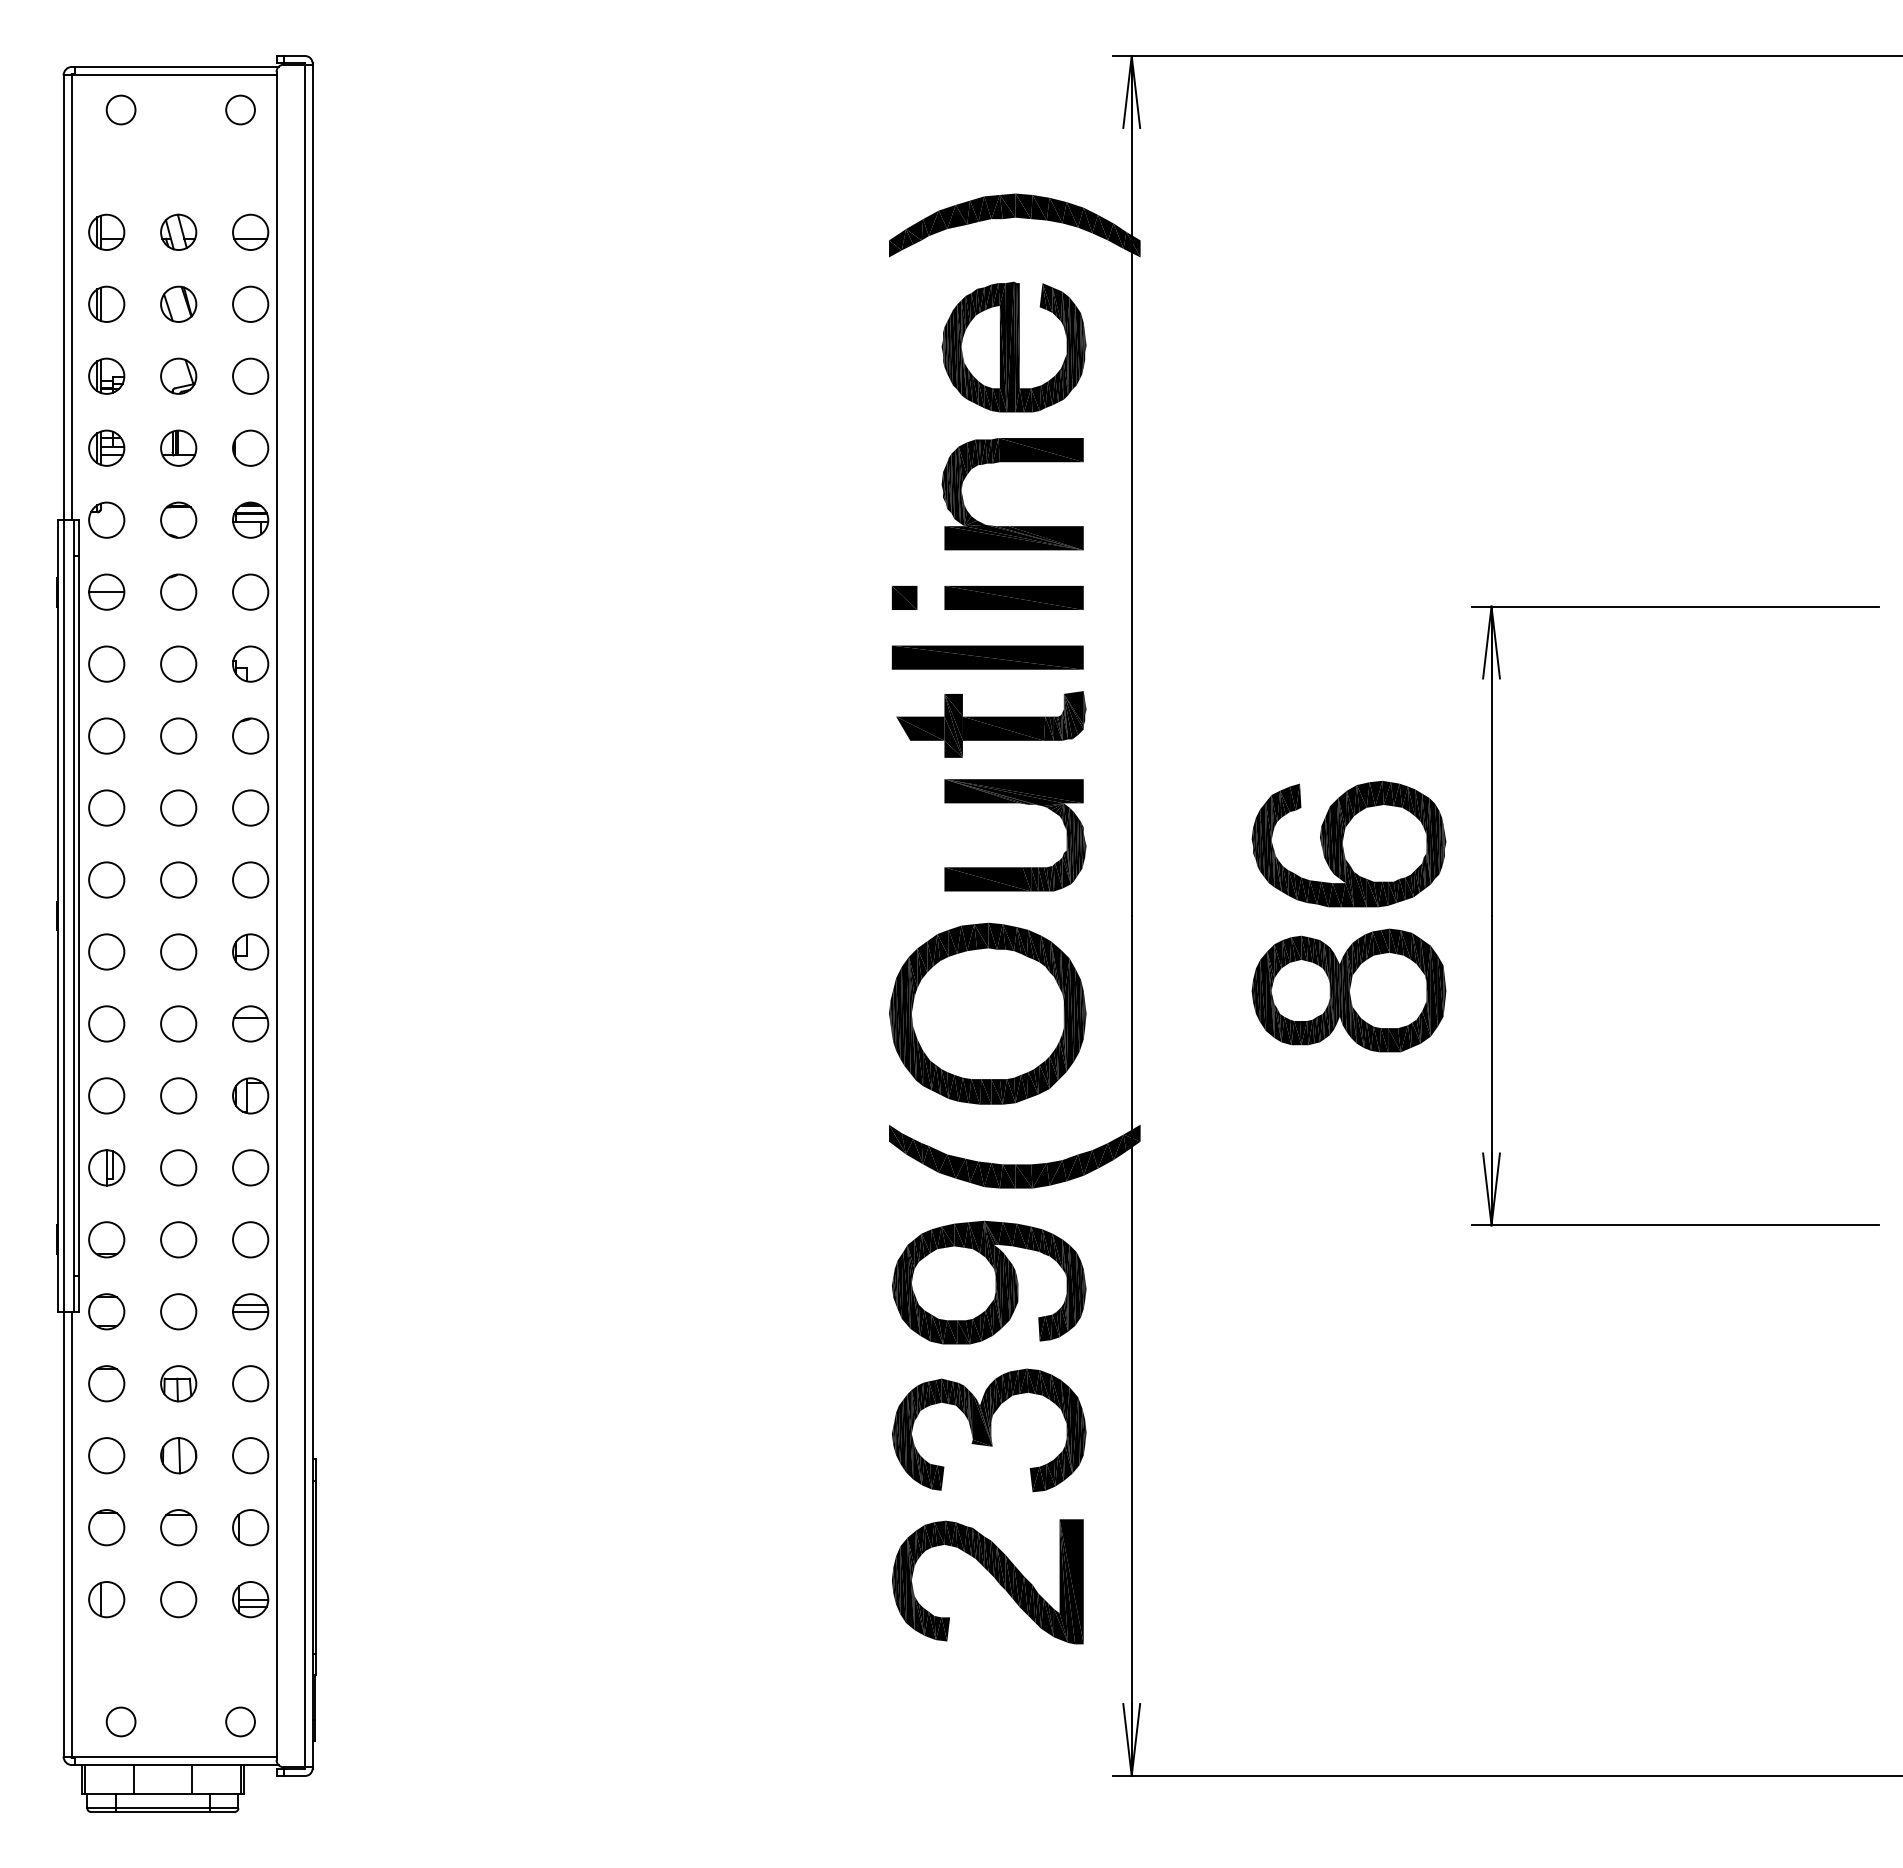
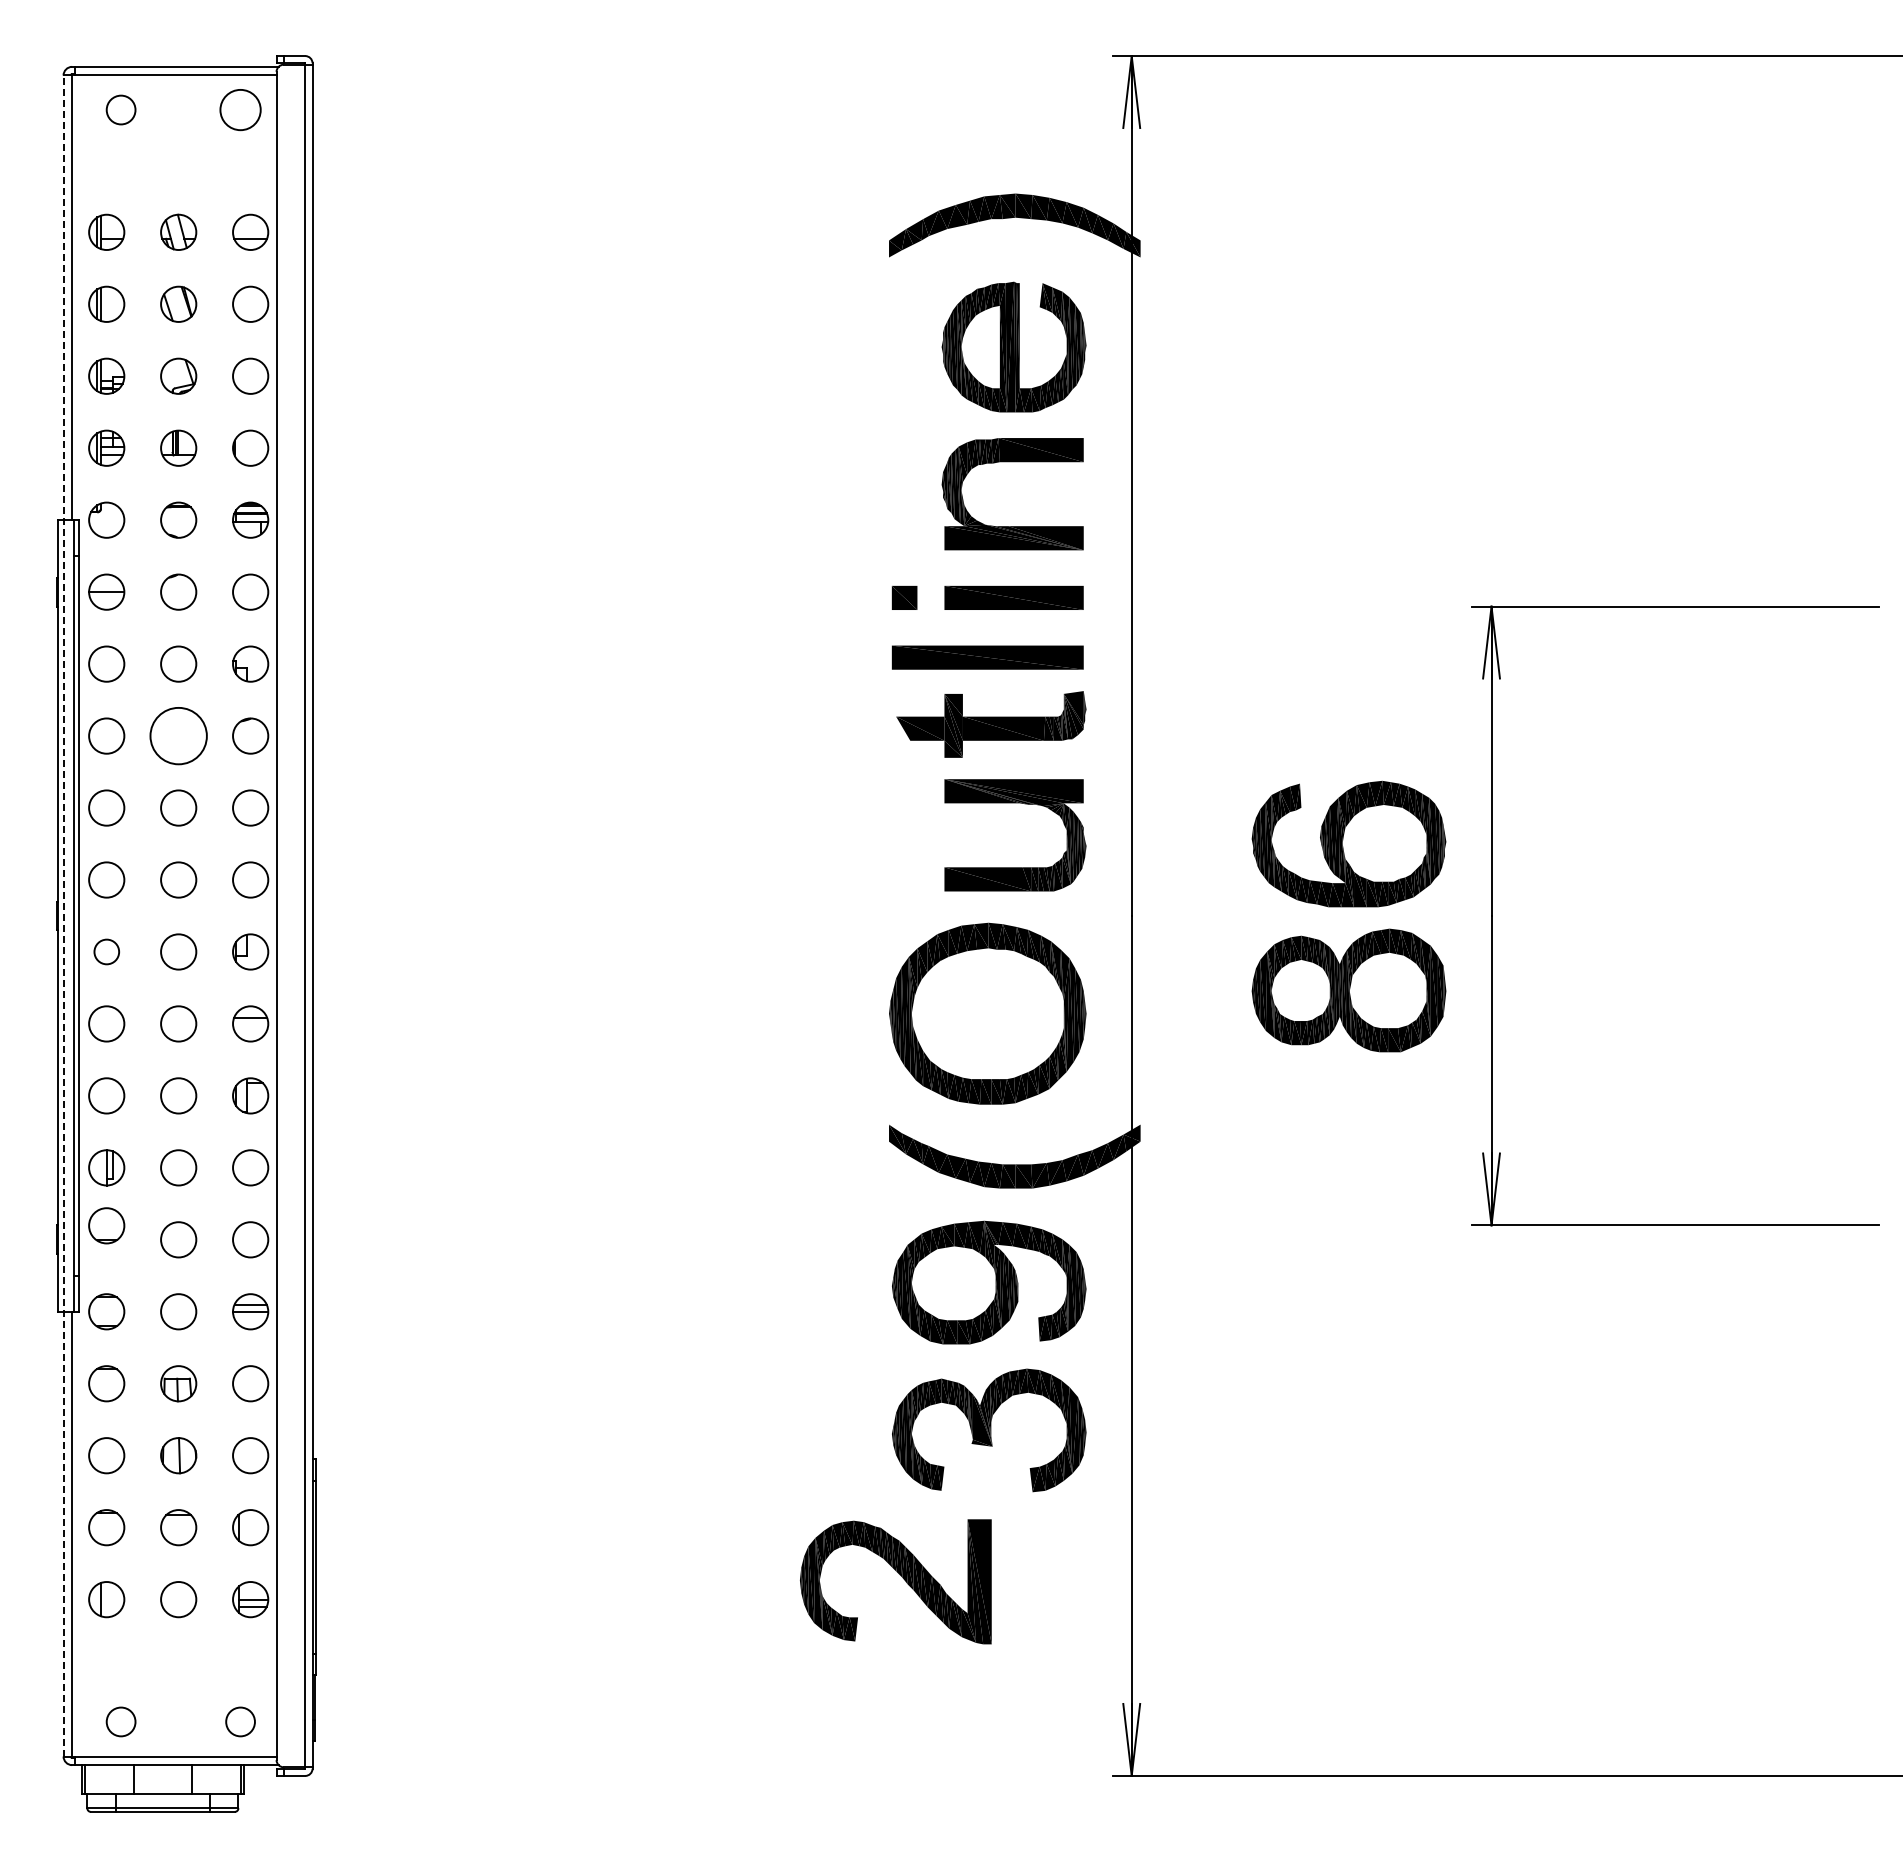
circle at (240, 109) diameter: 29 px -> 40 px
circle at (178, 735) diameter: 35 px -> 56 px
line at (63, 916): solid -> dashed
circle at (106, 951) size: 38x38 px -> 27x28 px
part at (106, 1239) position: (106, 1239) -> (106, 1225)
part at (994, 1578) position: (994, 1578) -> (902, 1578)
